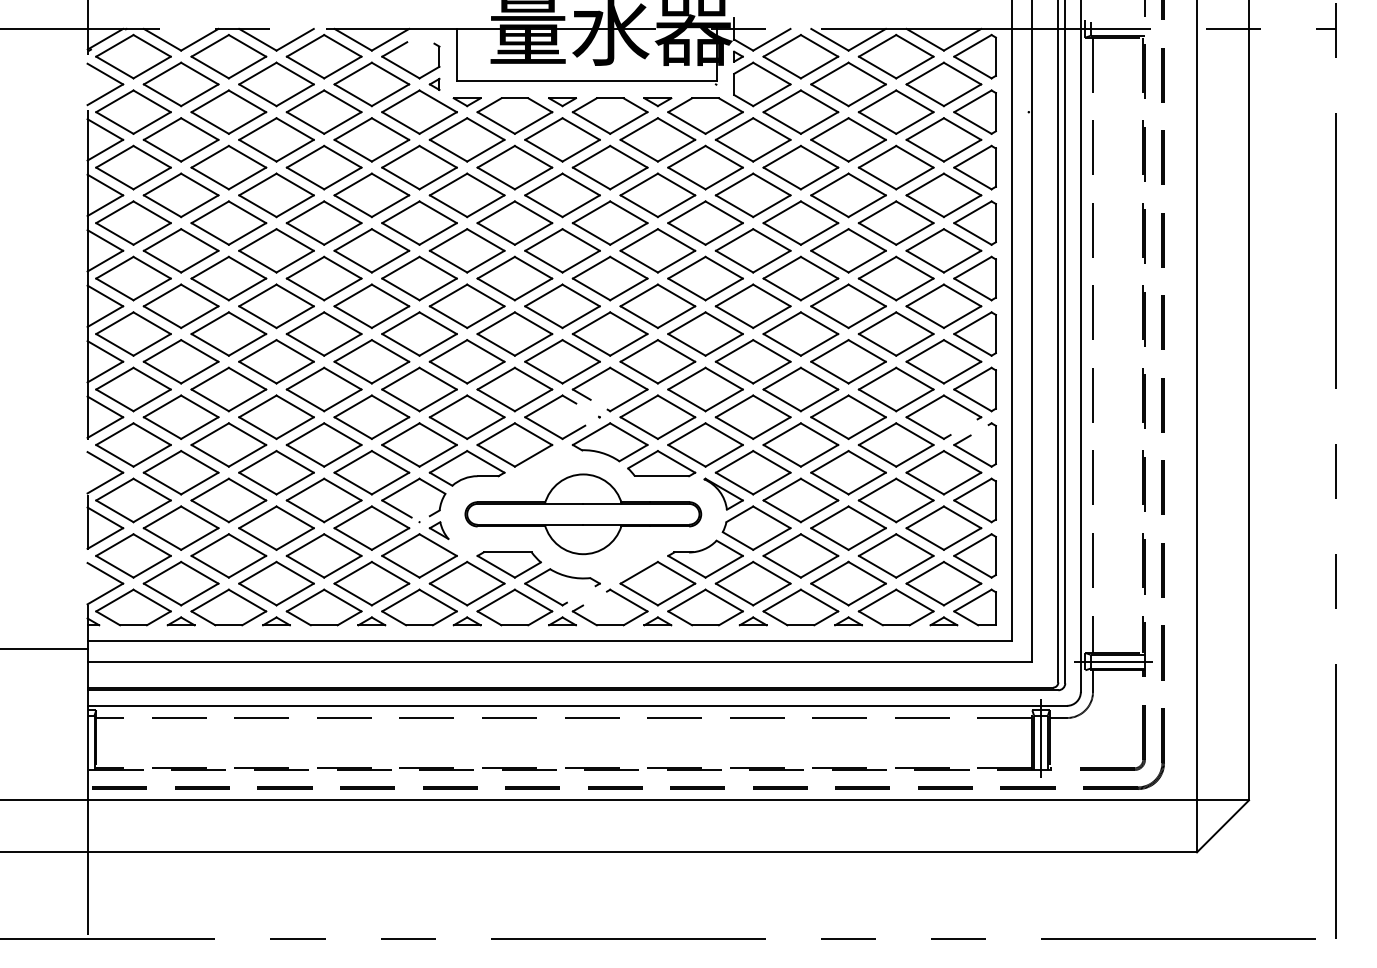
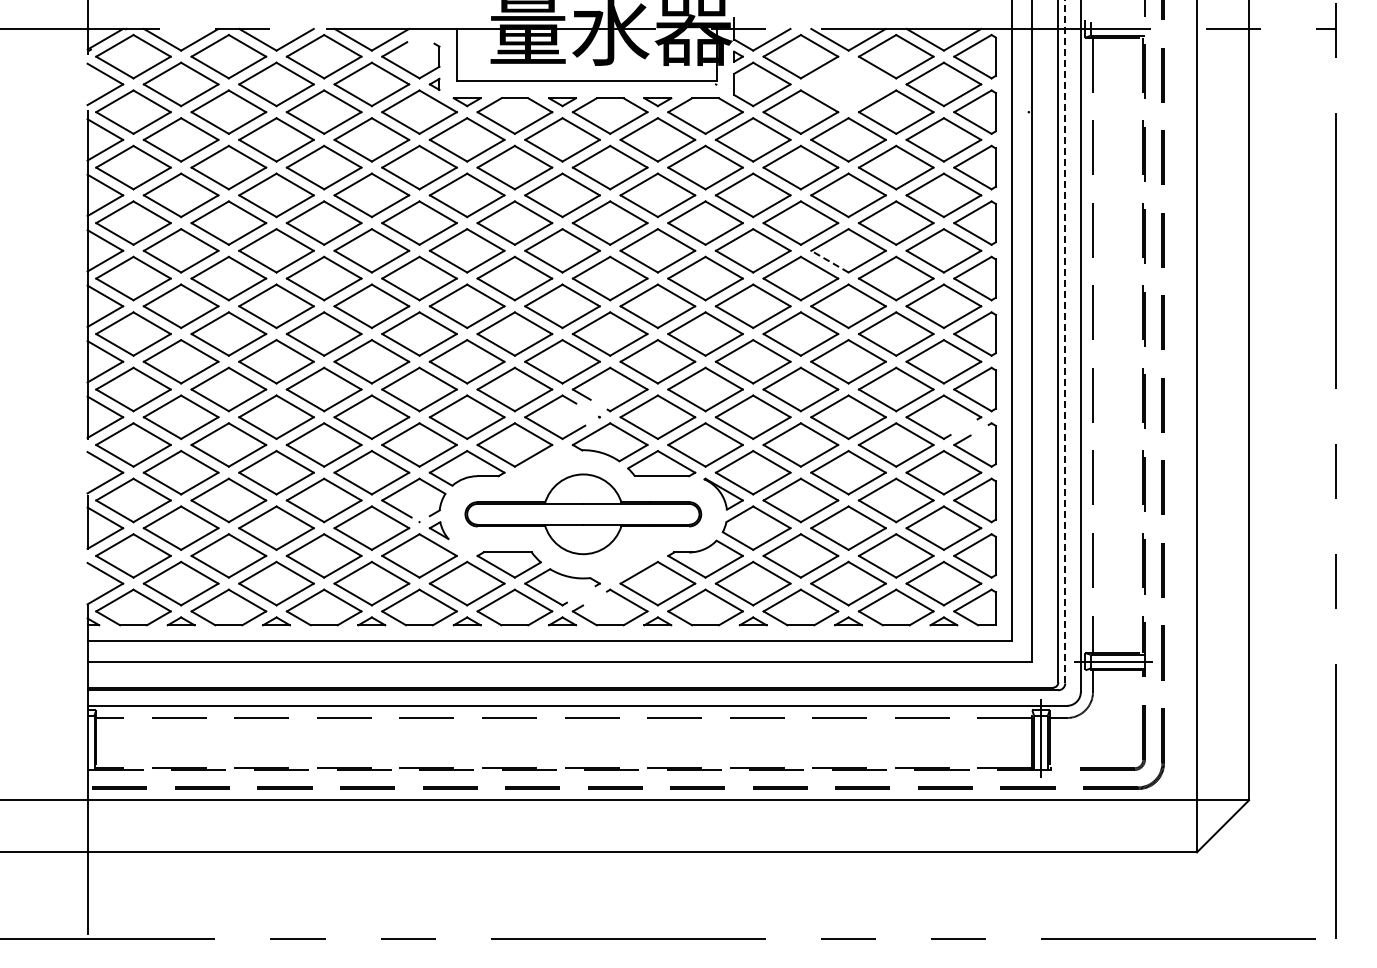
part at (848, 84): present -> none
line at (829, 261): solid -> dashed
line at (1065, 341): solid -> dashed
line at (44, 648): present -> none
